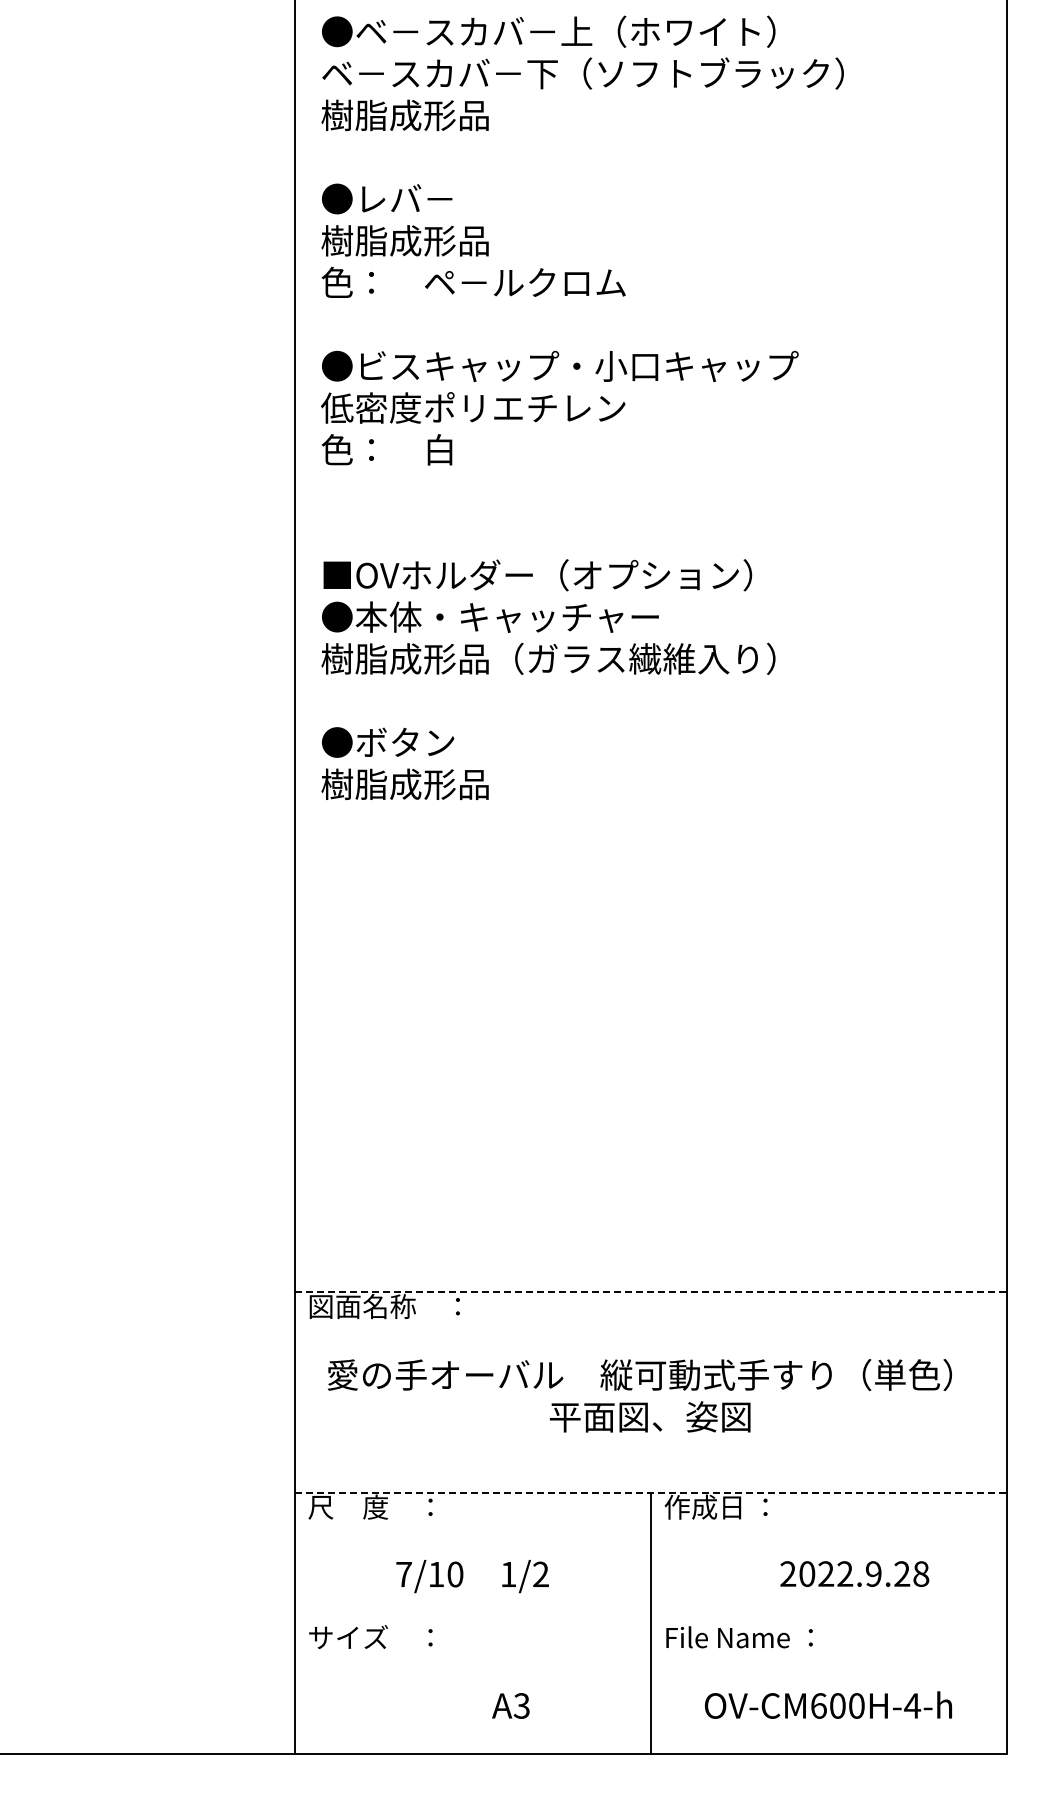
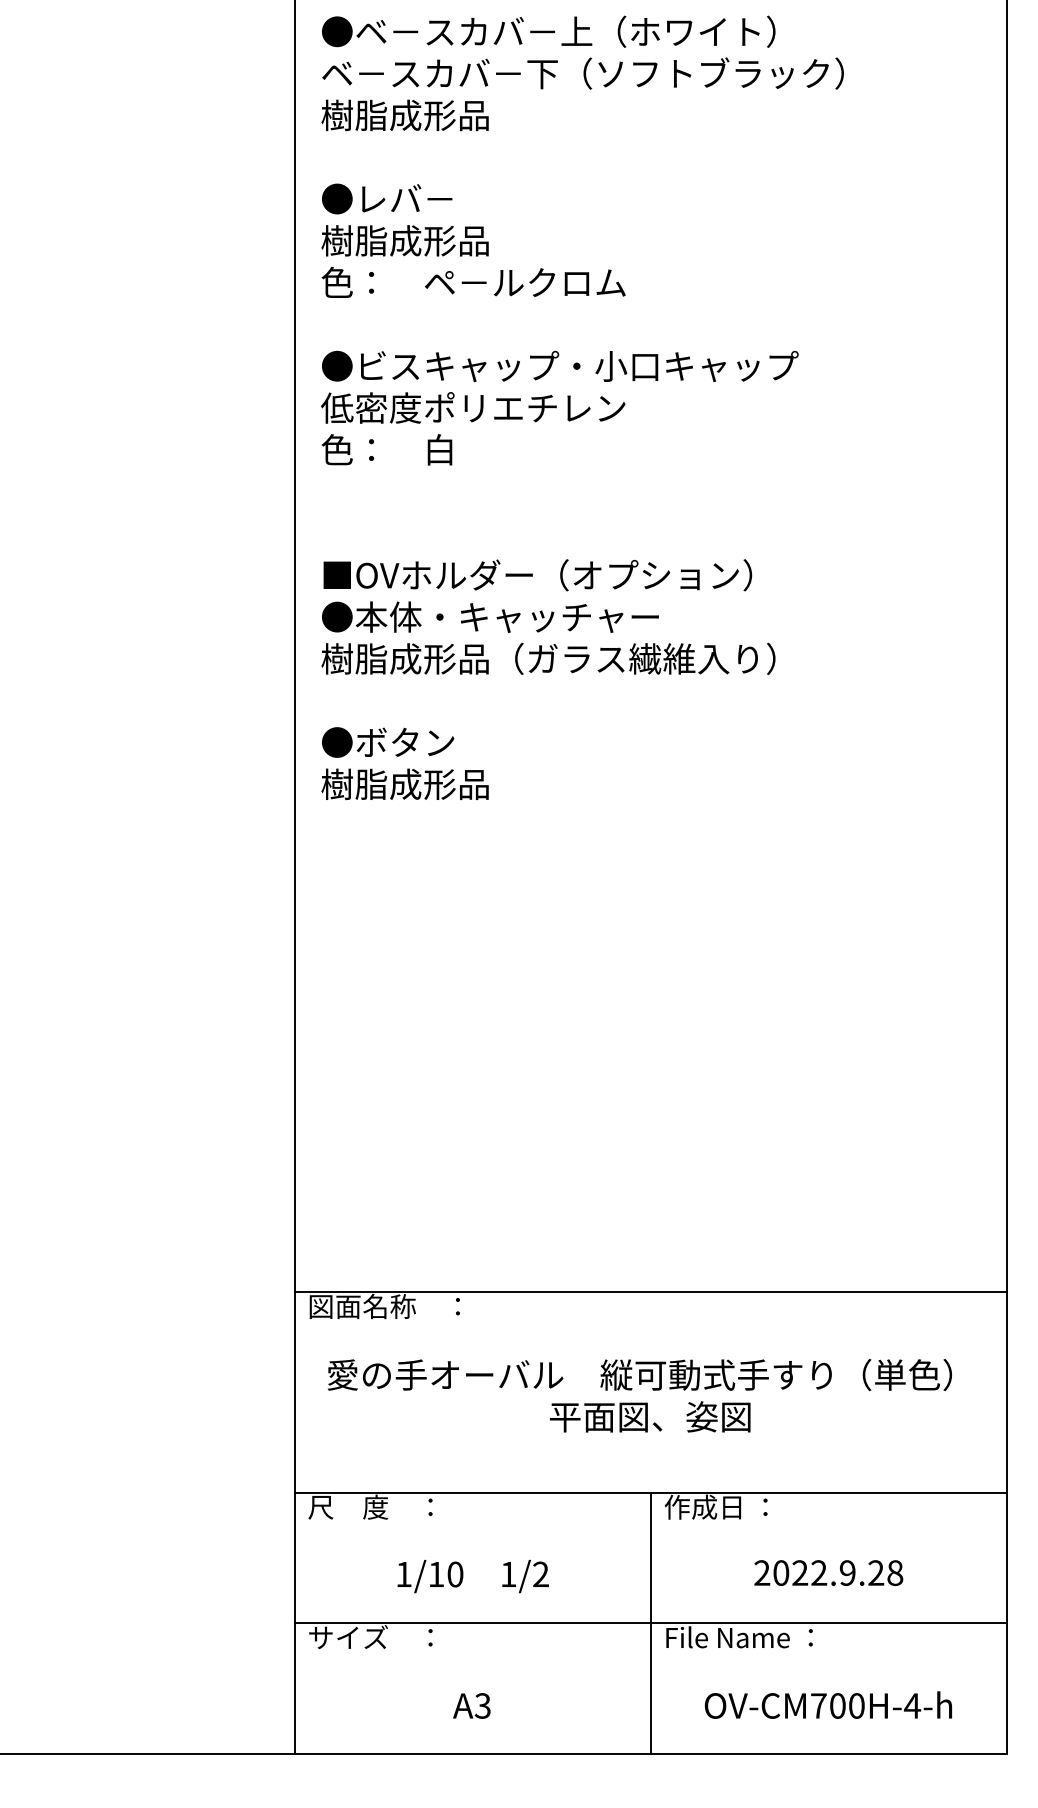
line at (651, 1292): dashed -> solid
line at (651, 1492): dashed -> solid
text at (854, 1573) position: (854, 1573) -> (828, 1572)
text at (403, 1574): 7/10 -> 1/10
line at (650, 1623): none -> present
text at (510, 1705) position: (510, 1705) -> (471, 1705)
text at (818, 1705): OV-CM600H-4-h -> OV-CM700H-4-h
